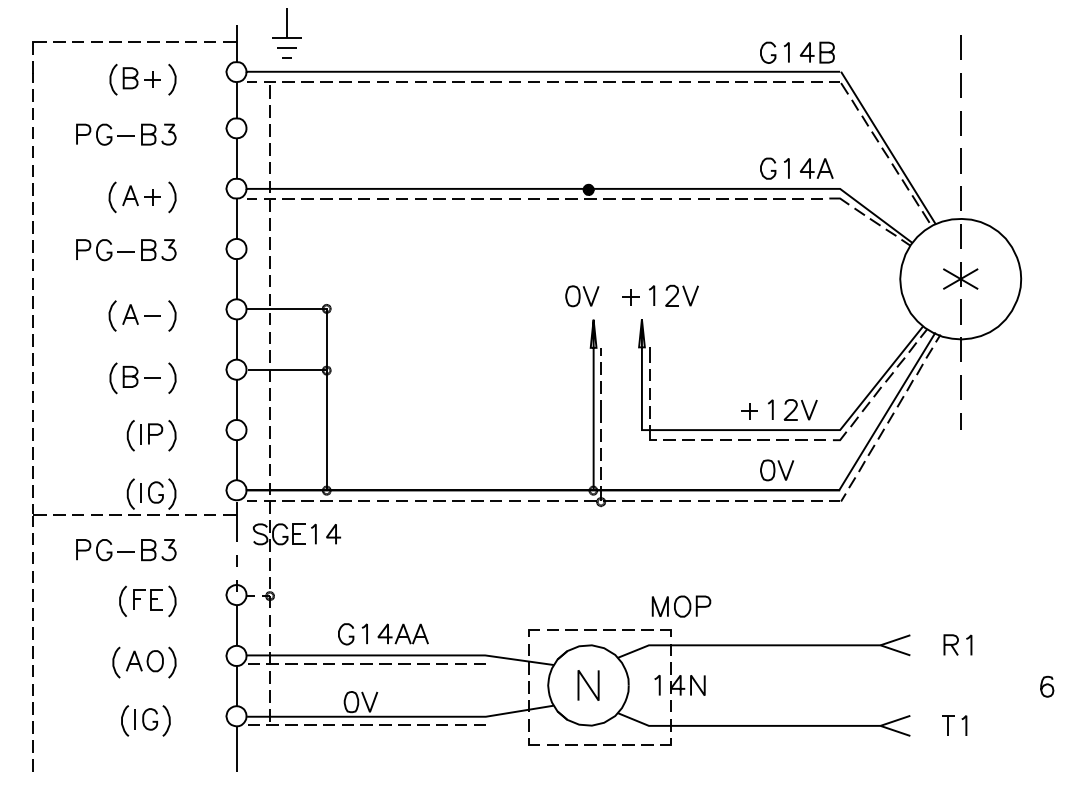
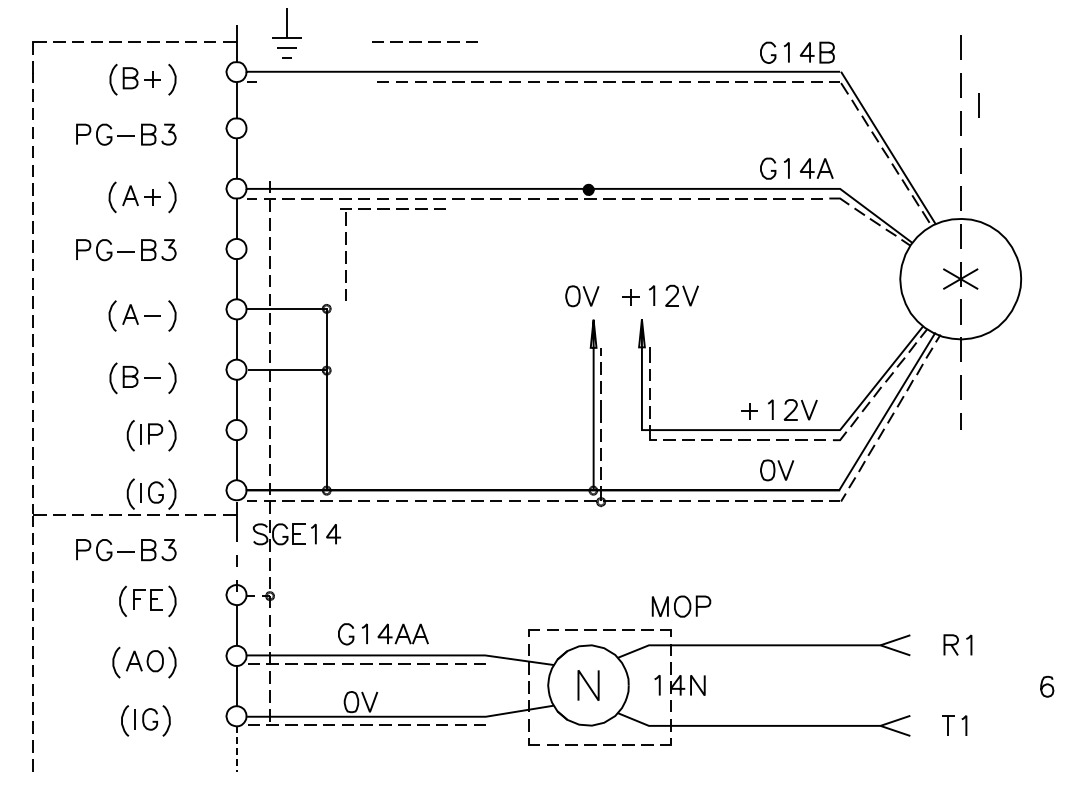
line at (421, 41): none -> present
part at (313, 82) position: (313, 82) -> (389, 209)
line at (978, 105): none -> present
line at (236, 749): solid -> dashed
